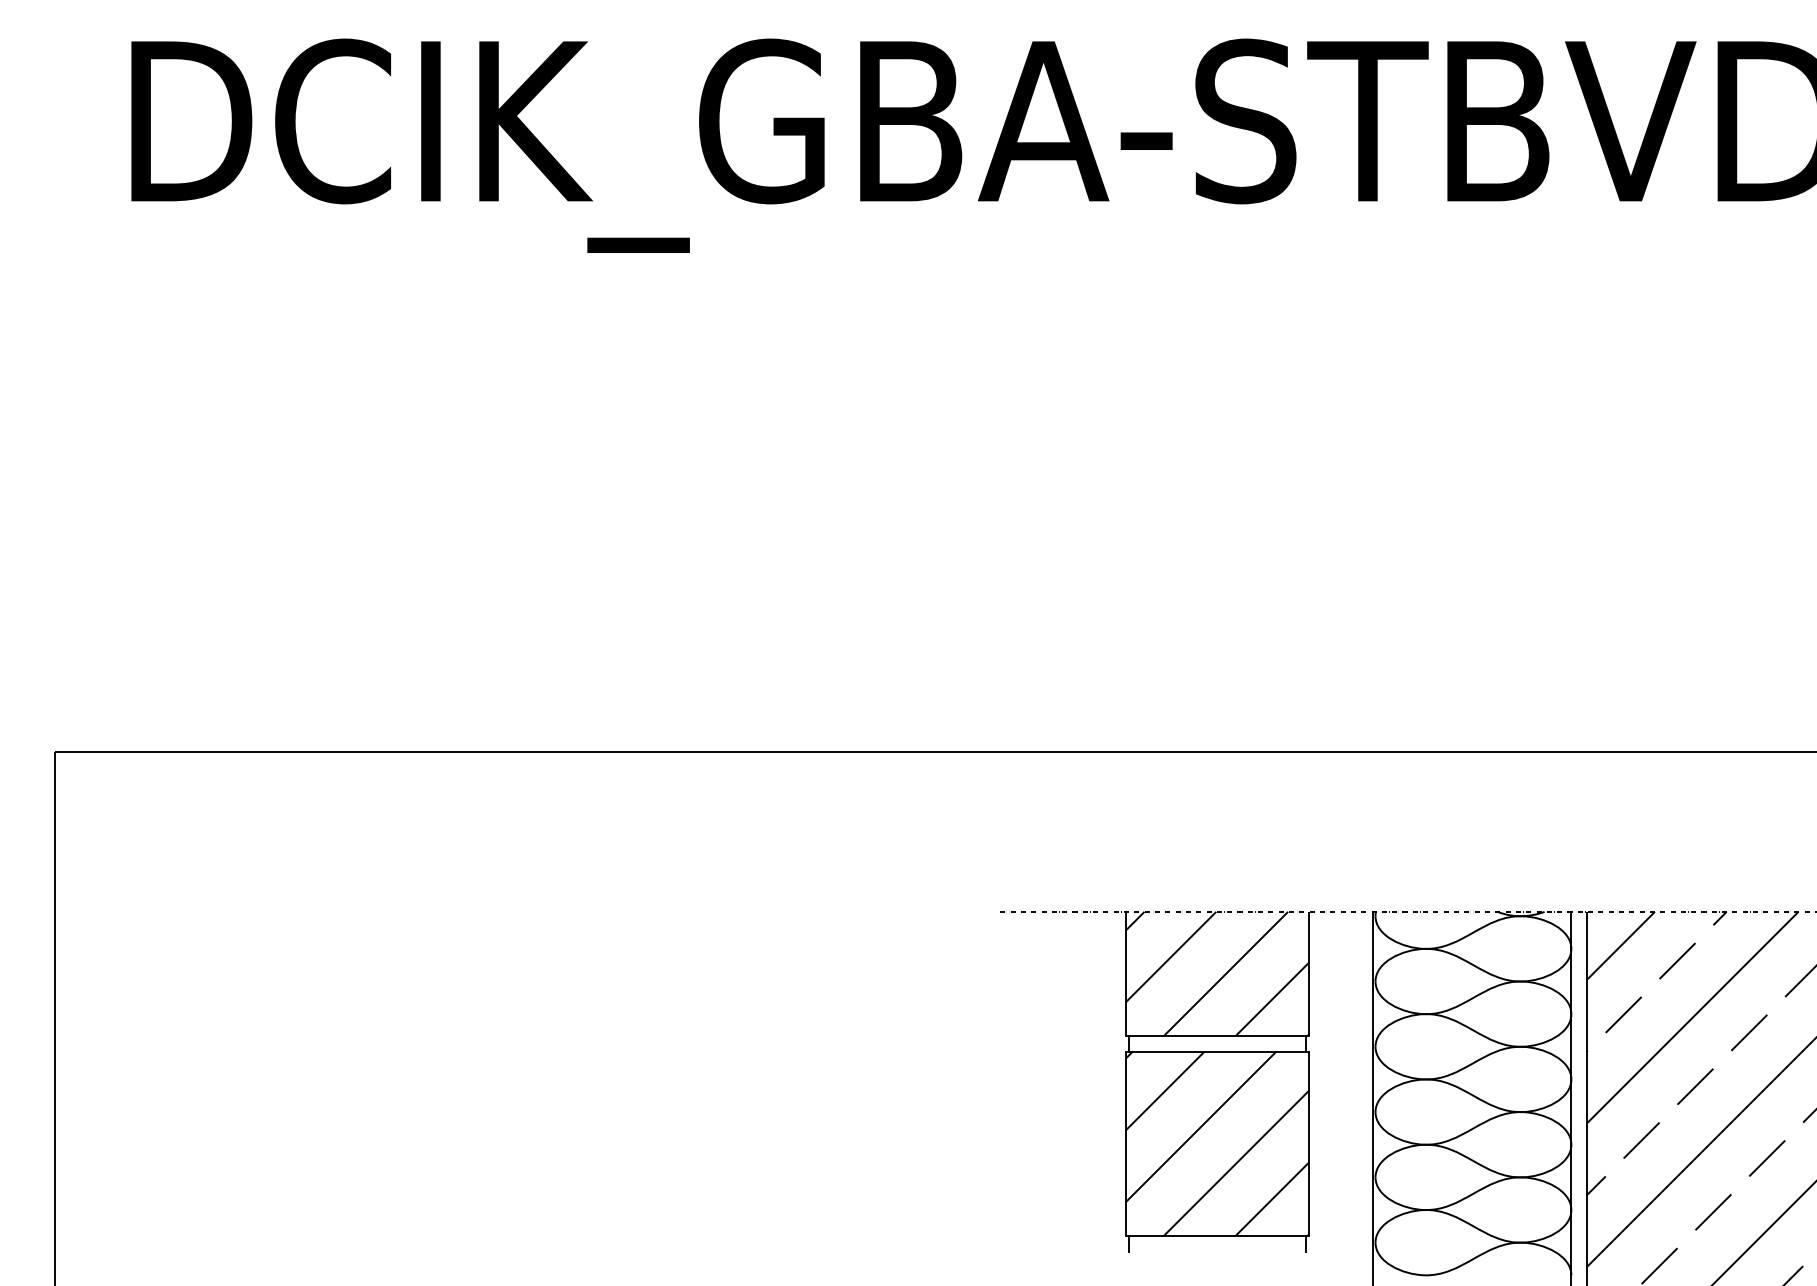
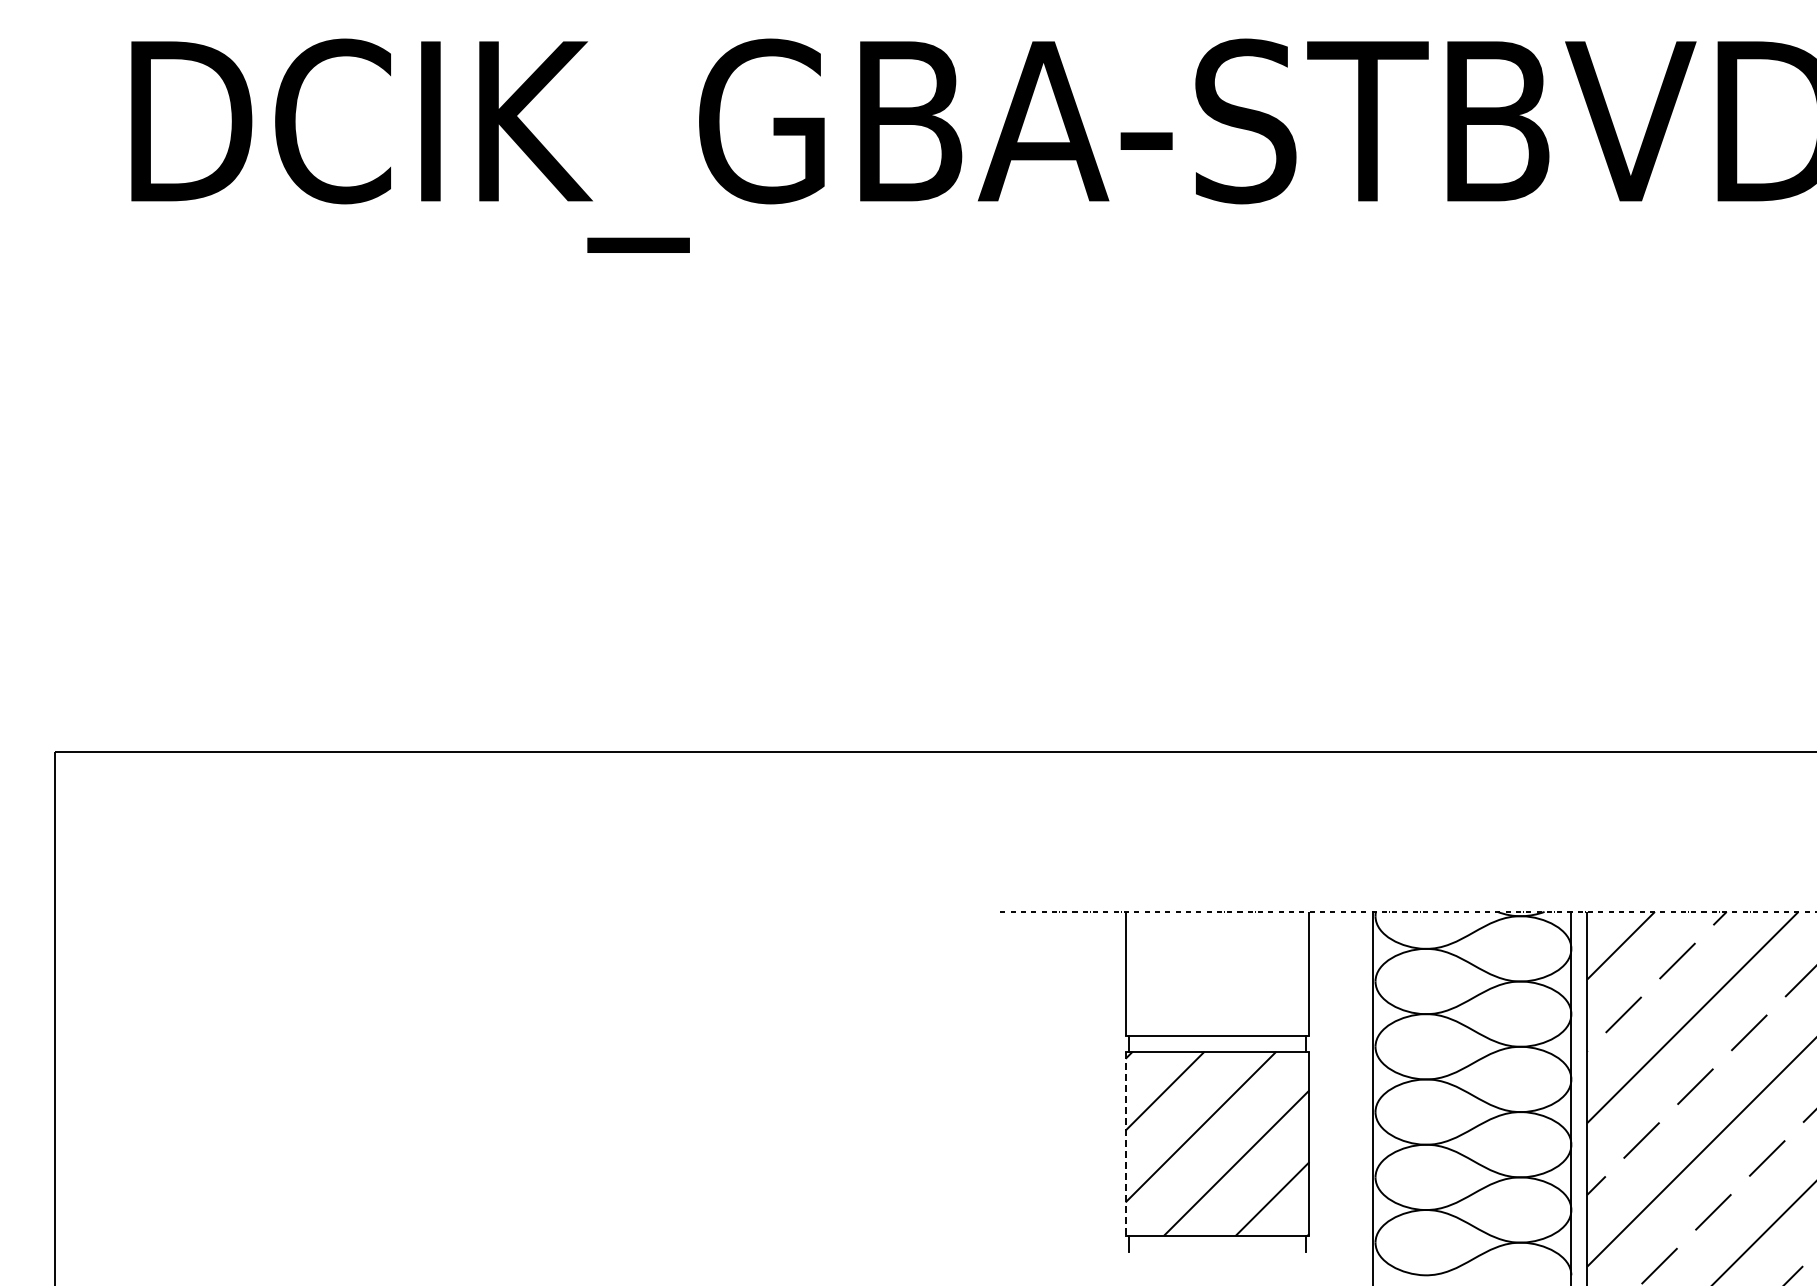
hatch at (1217, 973): present -> none
line at (1125, 1143): solid -> dashed
